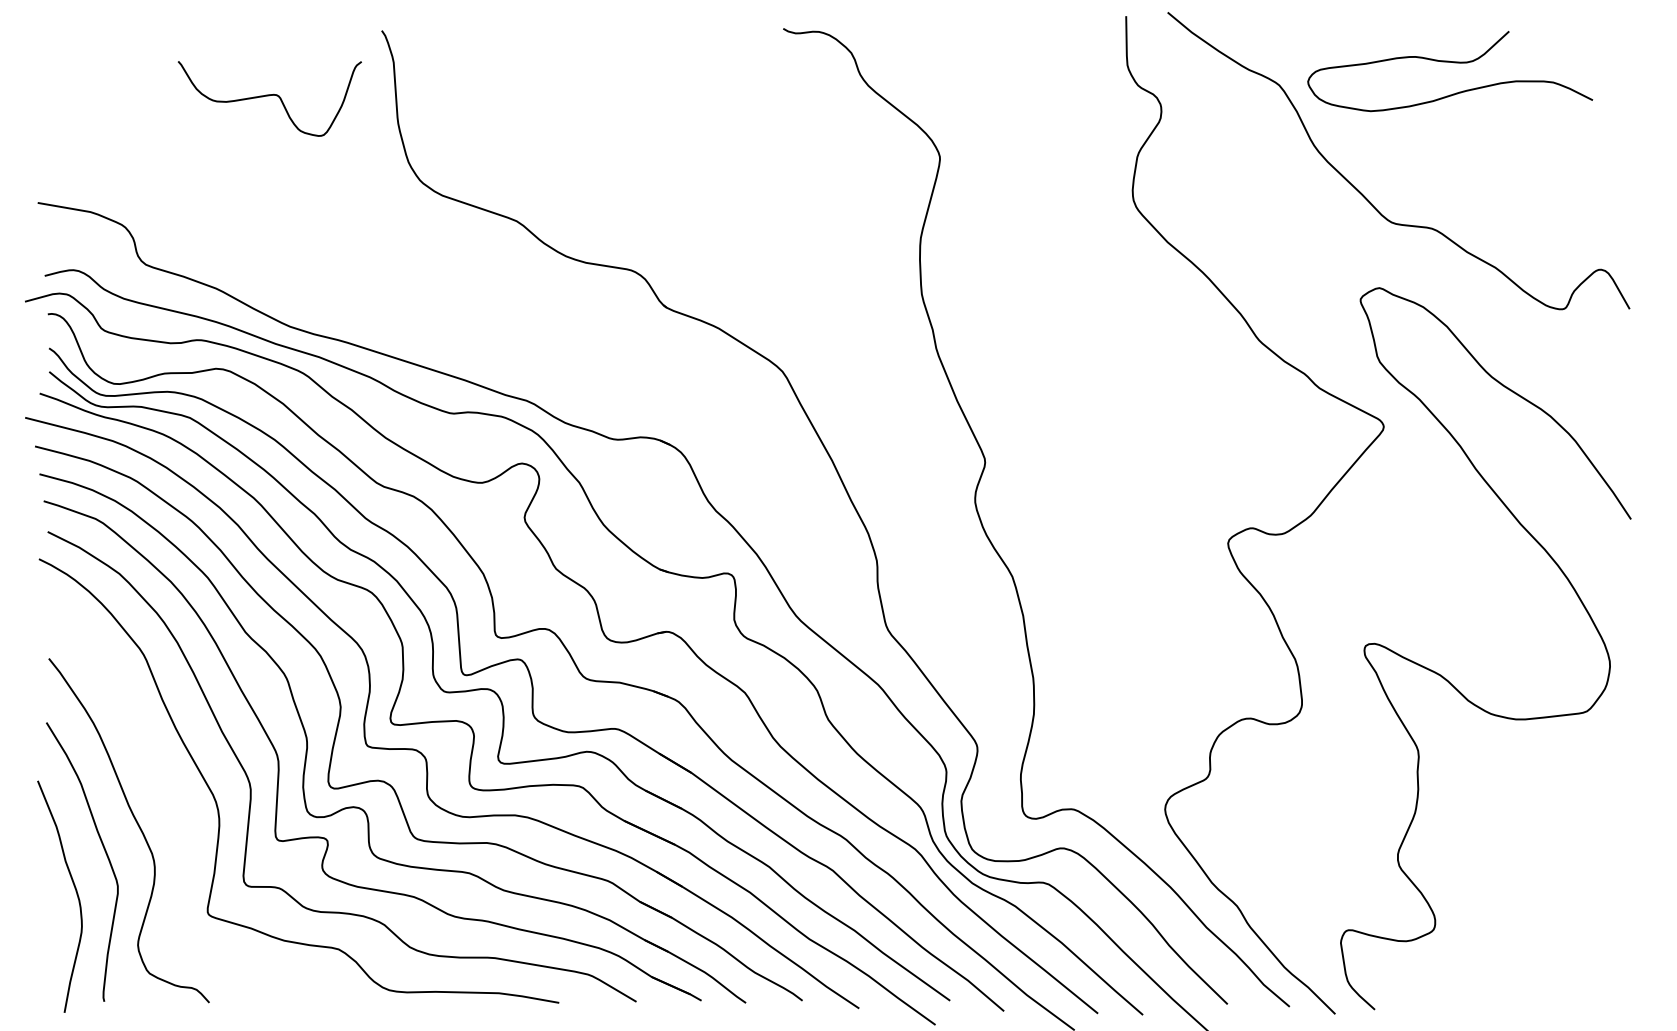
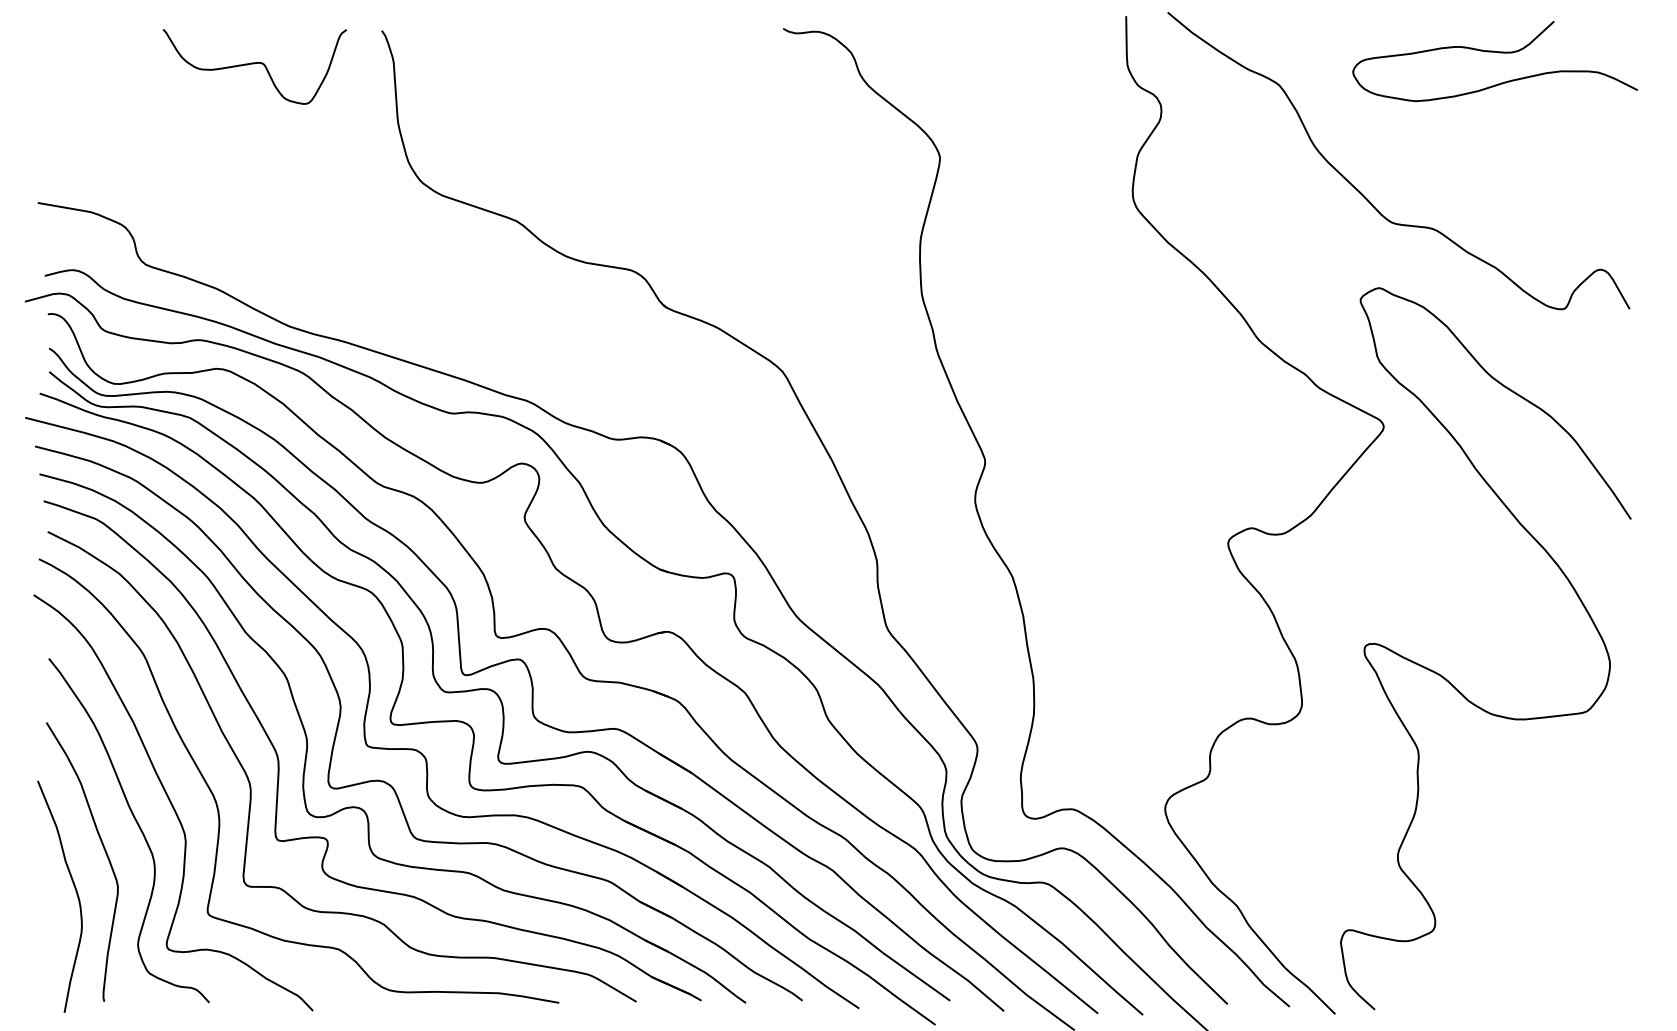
curve at (1454, 63) position: (1454, 63) -> (1499, 53)
curve at (269, 96) position: (269, 96) -> (254, 64)
curve at (172, 803): none -> present
